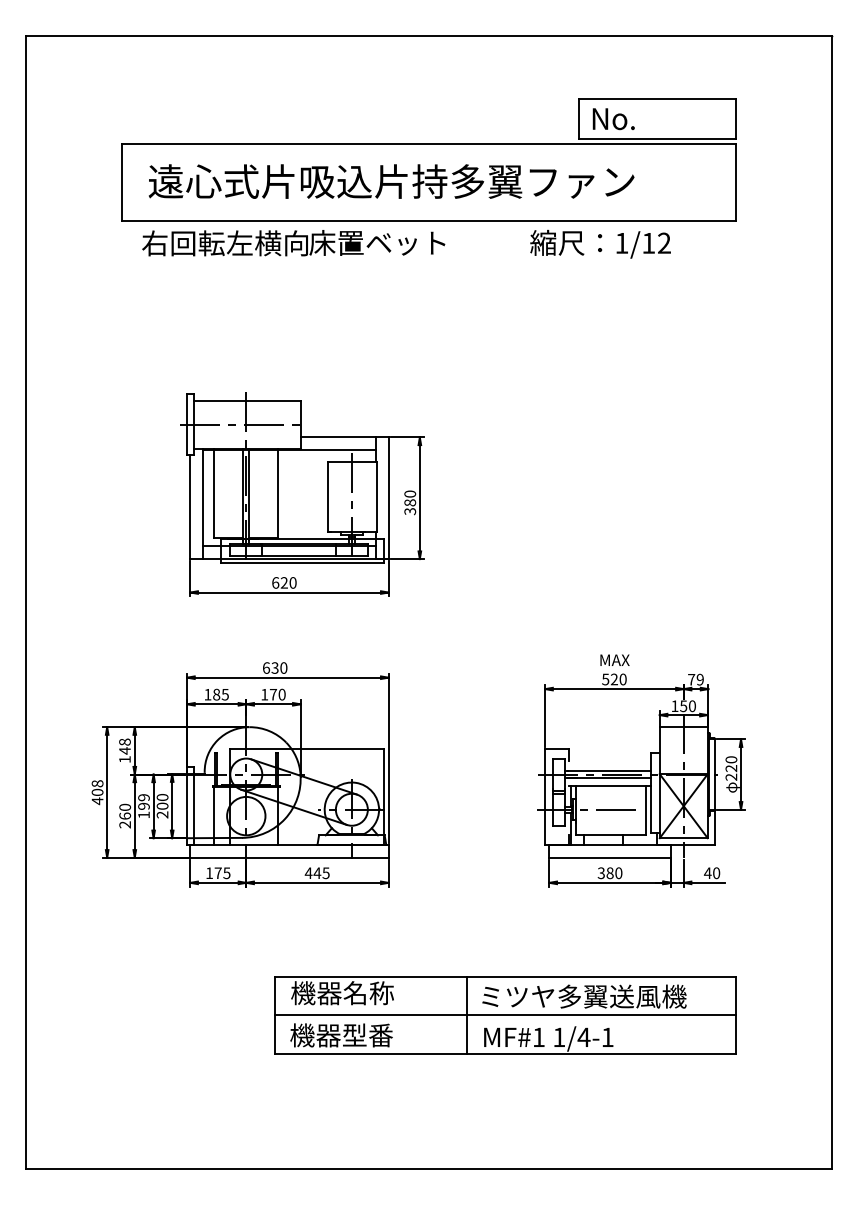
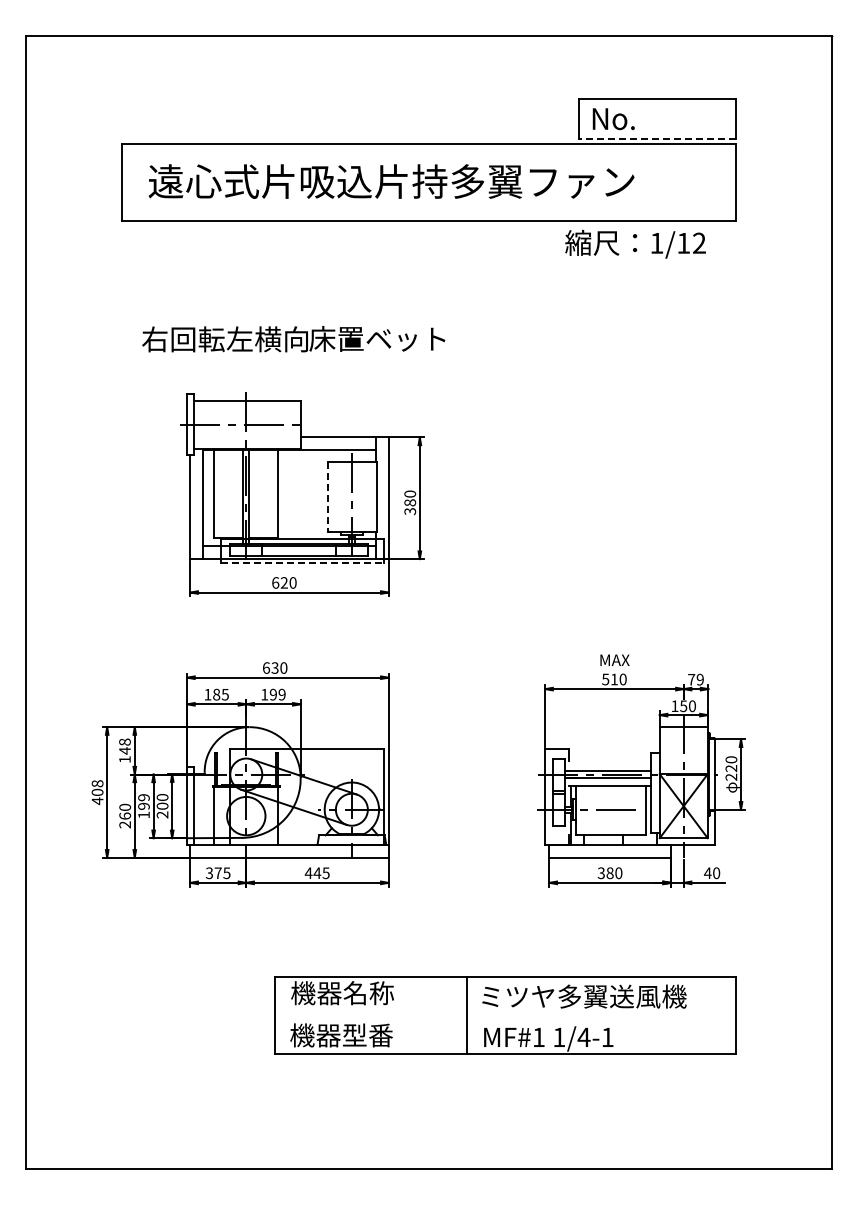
line at (657, 139): solid -> dashed
text at (293, 243) position: (293, 243) -> (293, 339)
text at (600, 243) position: (600, 243) -> (635, 243)
line at (327, 497): solid -> dashed
line at (302, 563): solid -> dashed
text at (613, 679): 520 -> 510
text at (277, 694): 170 -> 199
text at (208, 873): 175 -> 375
line at (505, 1015): present -> none
